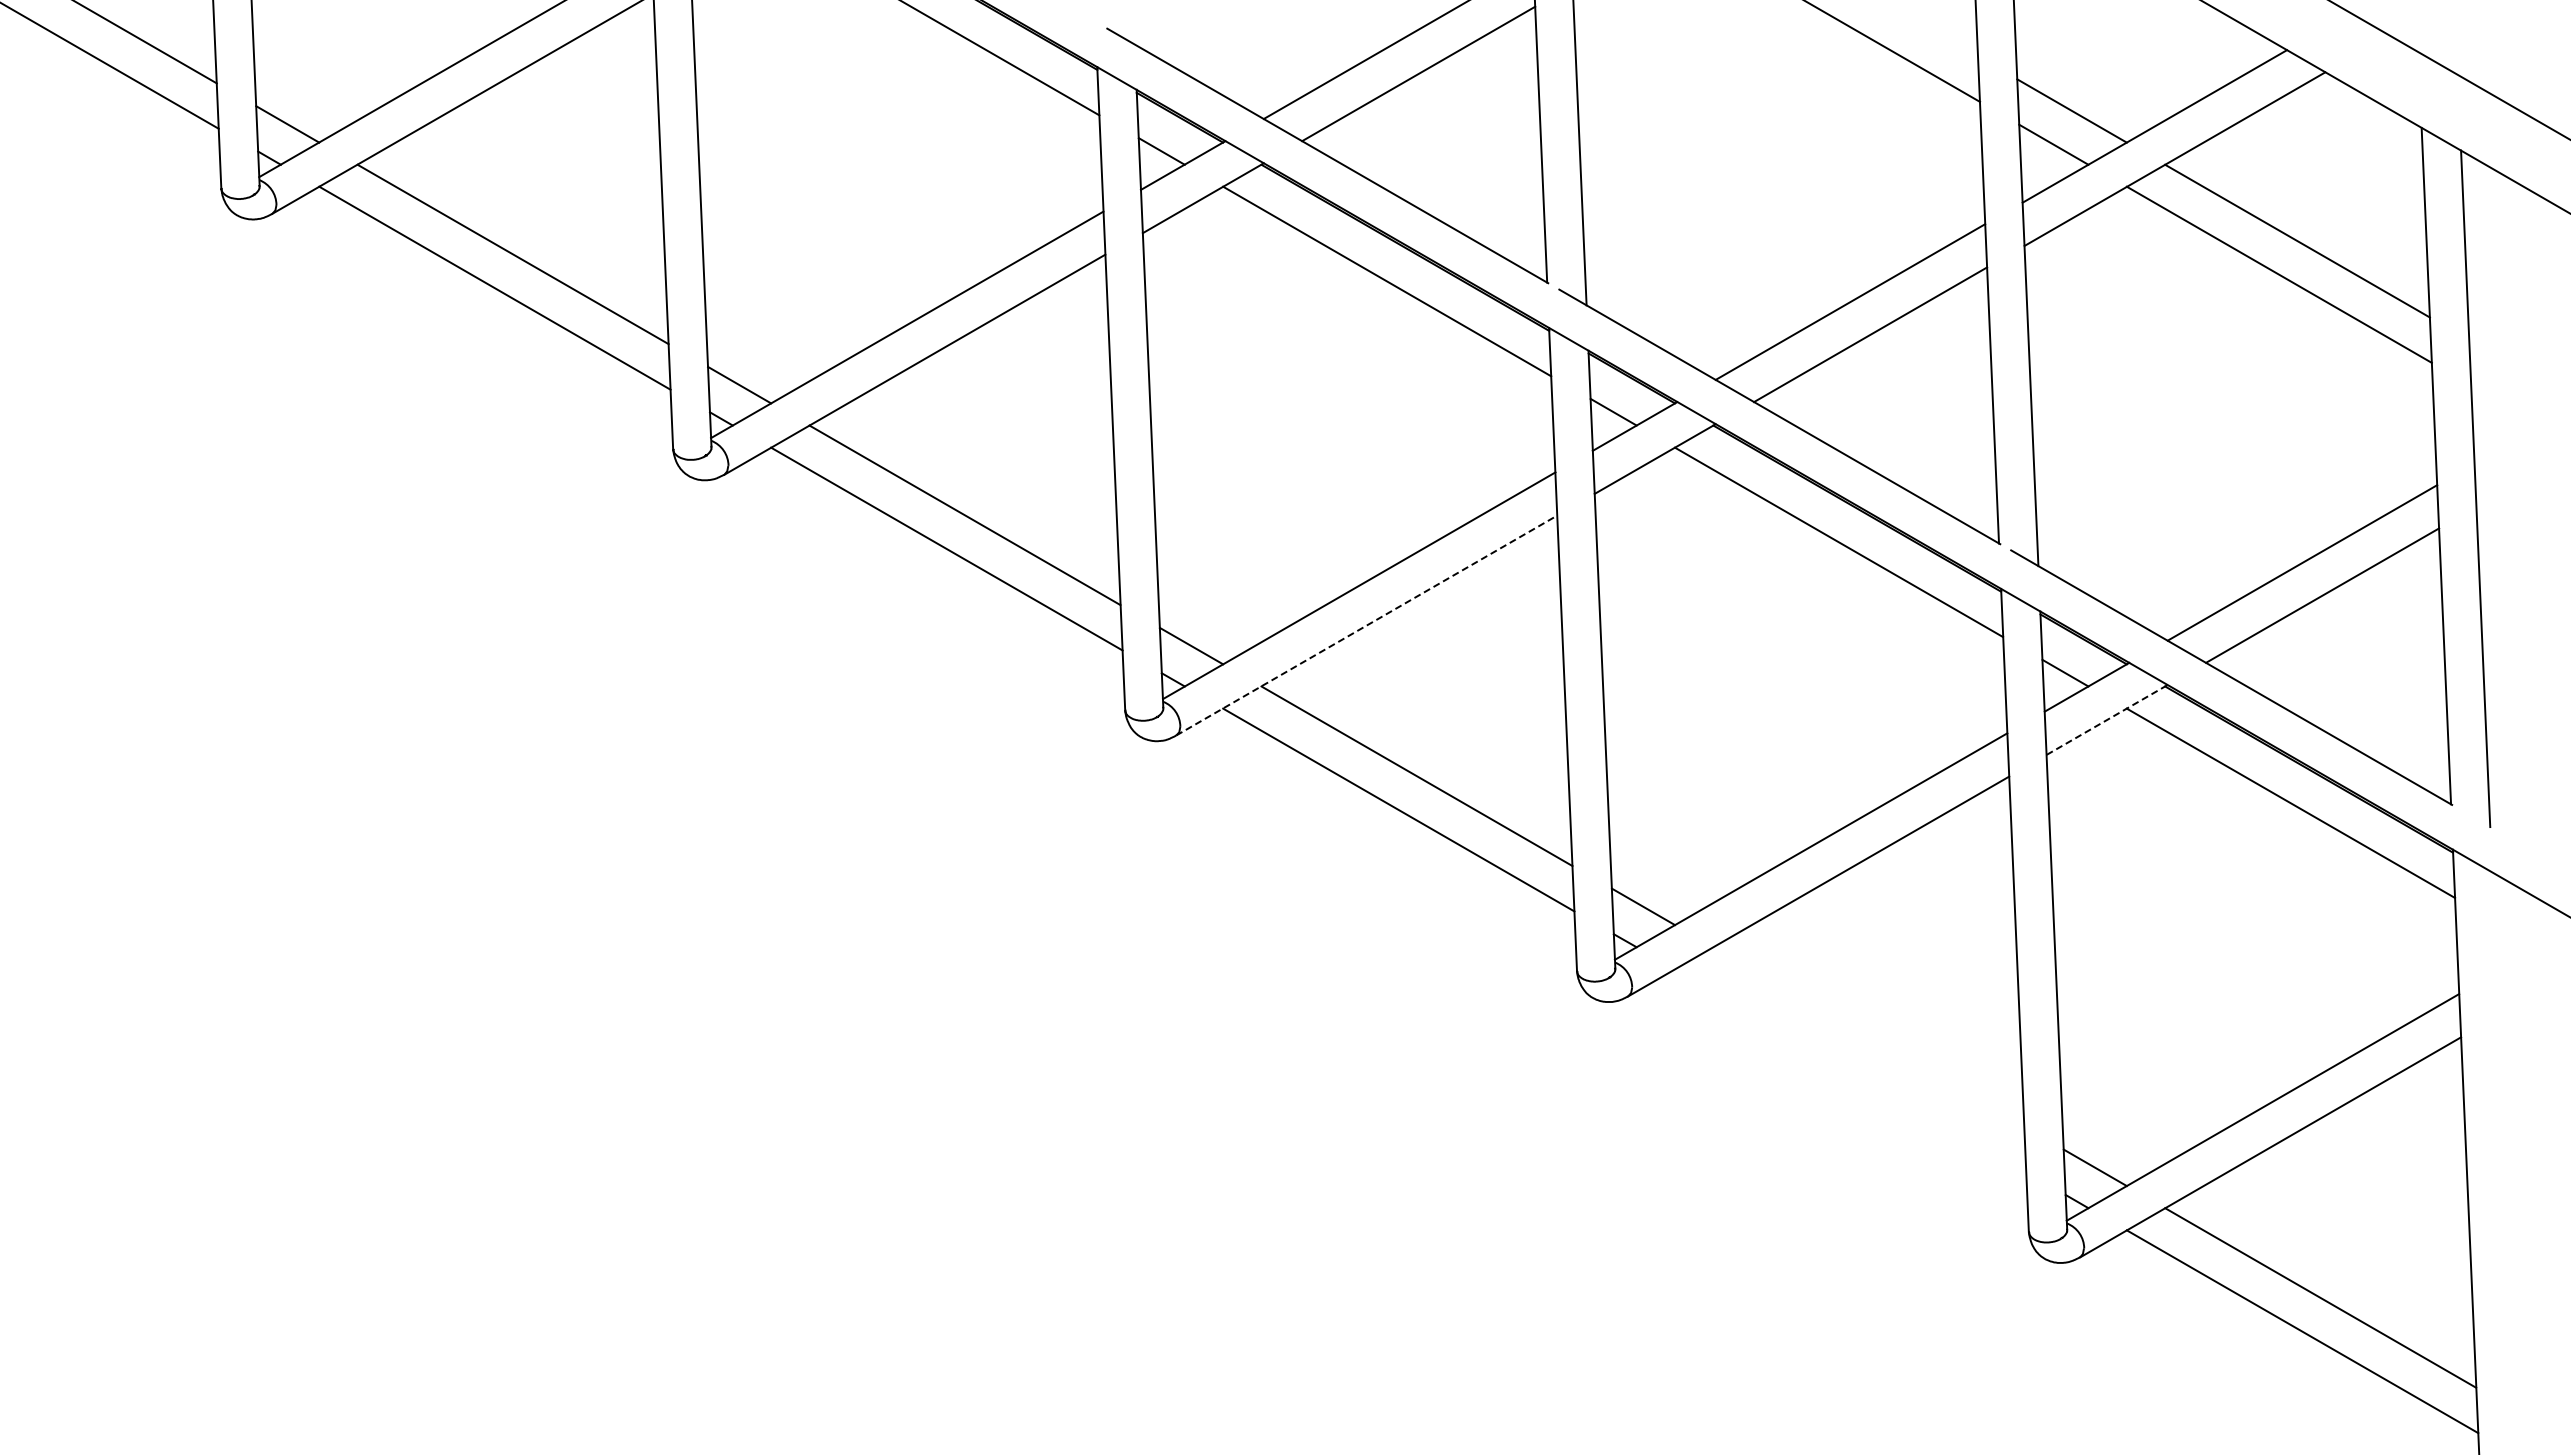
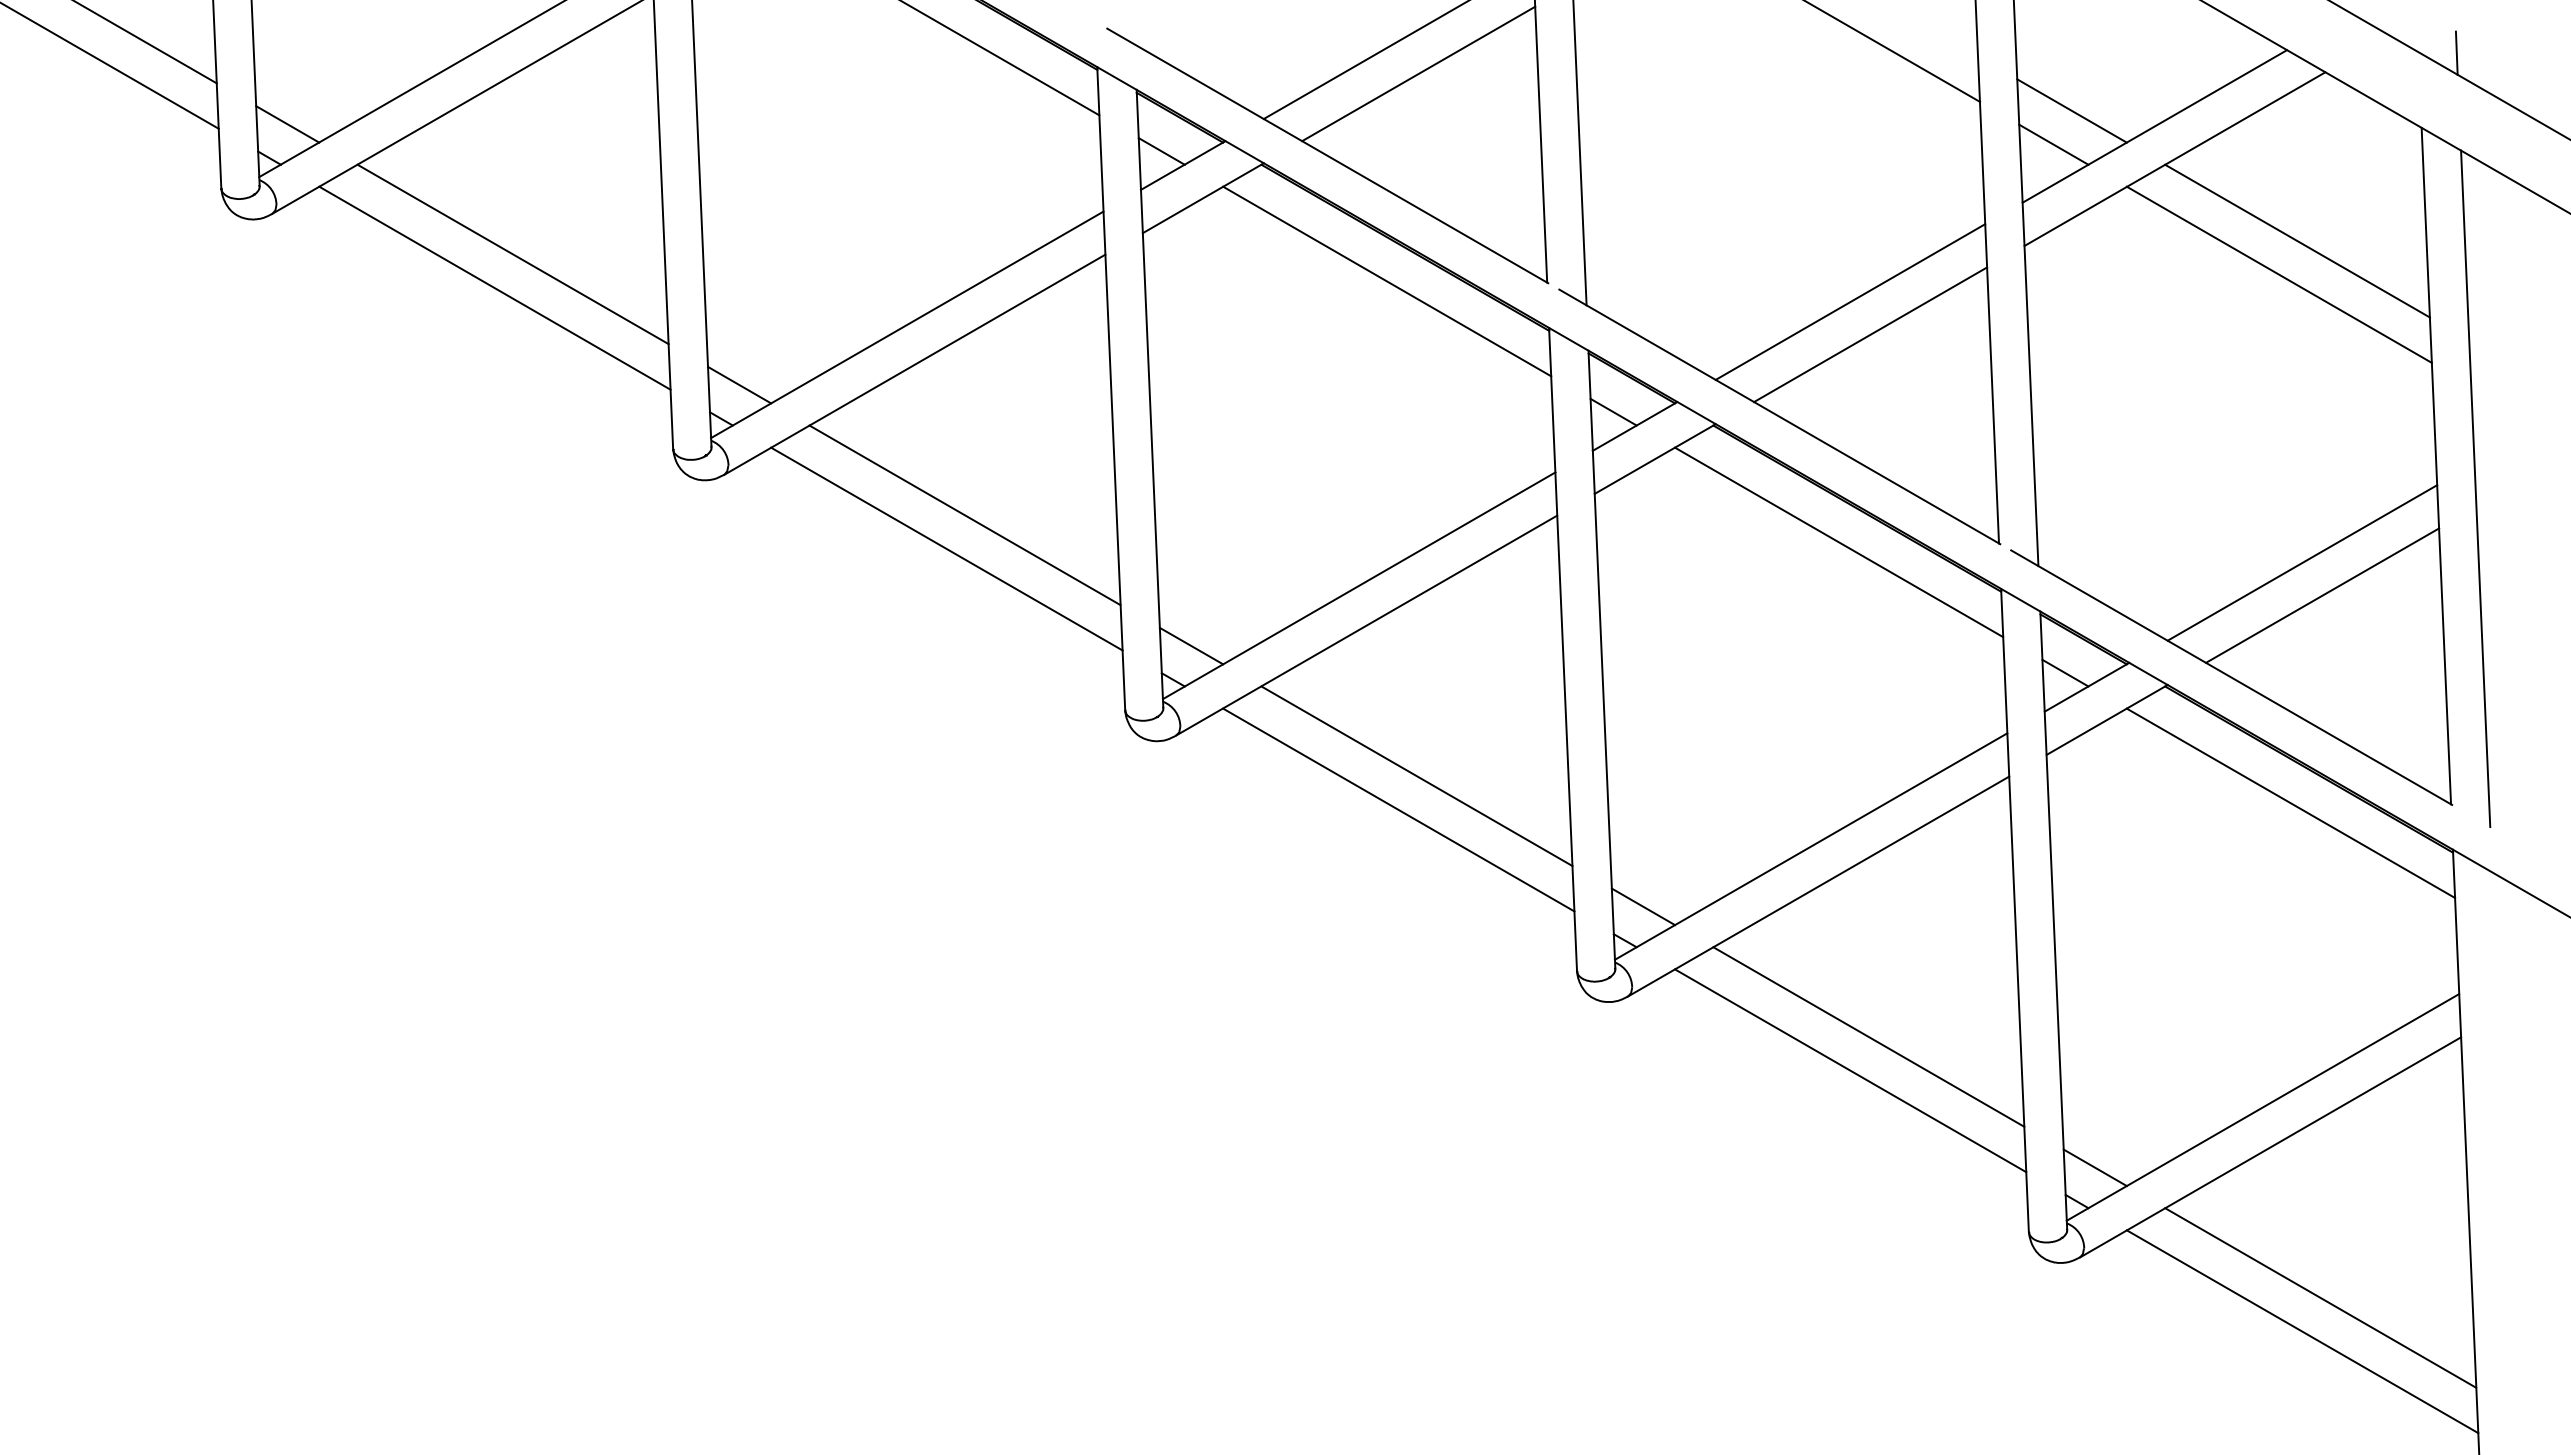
line at (2456, 52): none -> present
line at (1366, 625): dashed -> solid
line at (2107, 719): dashed -> solid
line at (1868, 1036): none -> present
line at (1850, 1070): none -> present
